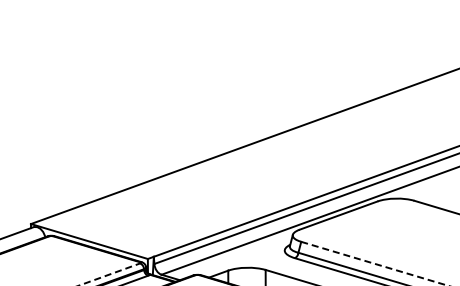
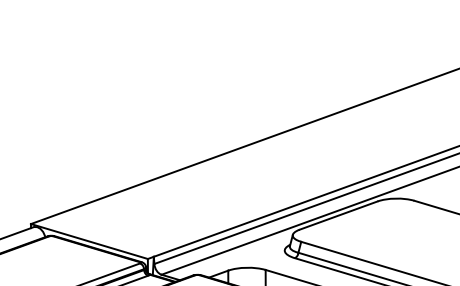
line at (374, 263): dashed -> solid
line at (109, 274): dashed -> solid
